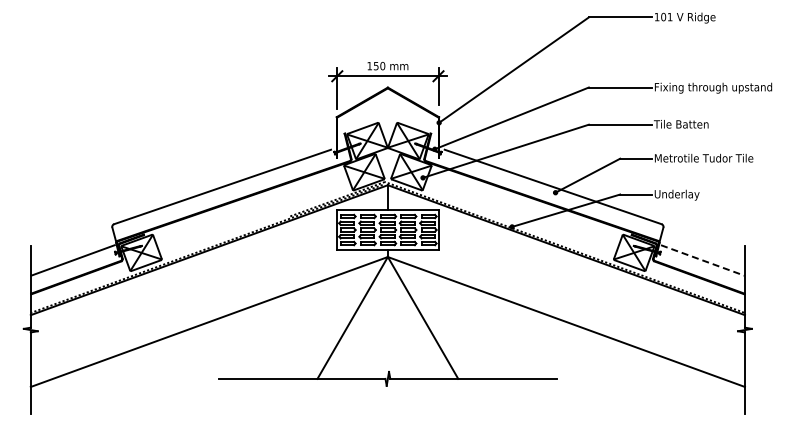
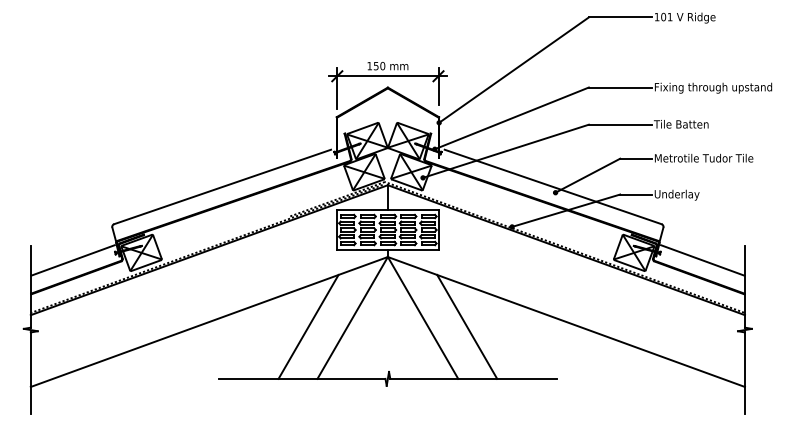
line at (703, 260): dashed -> solid
line at (308, 326): none -> present
line at (467, 326): none -> present
